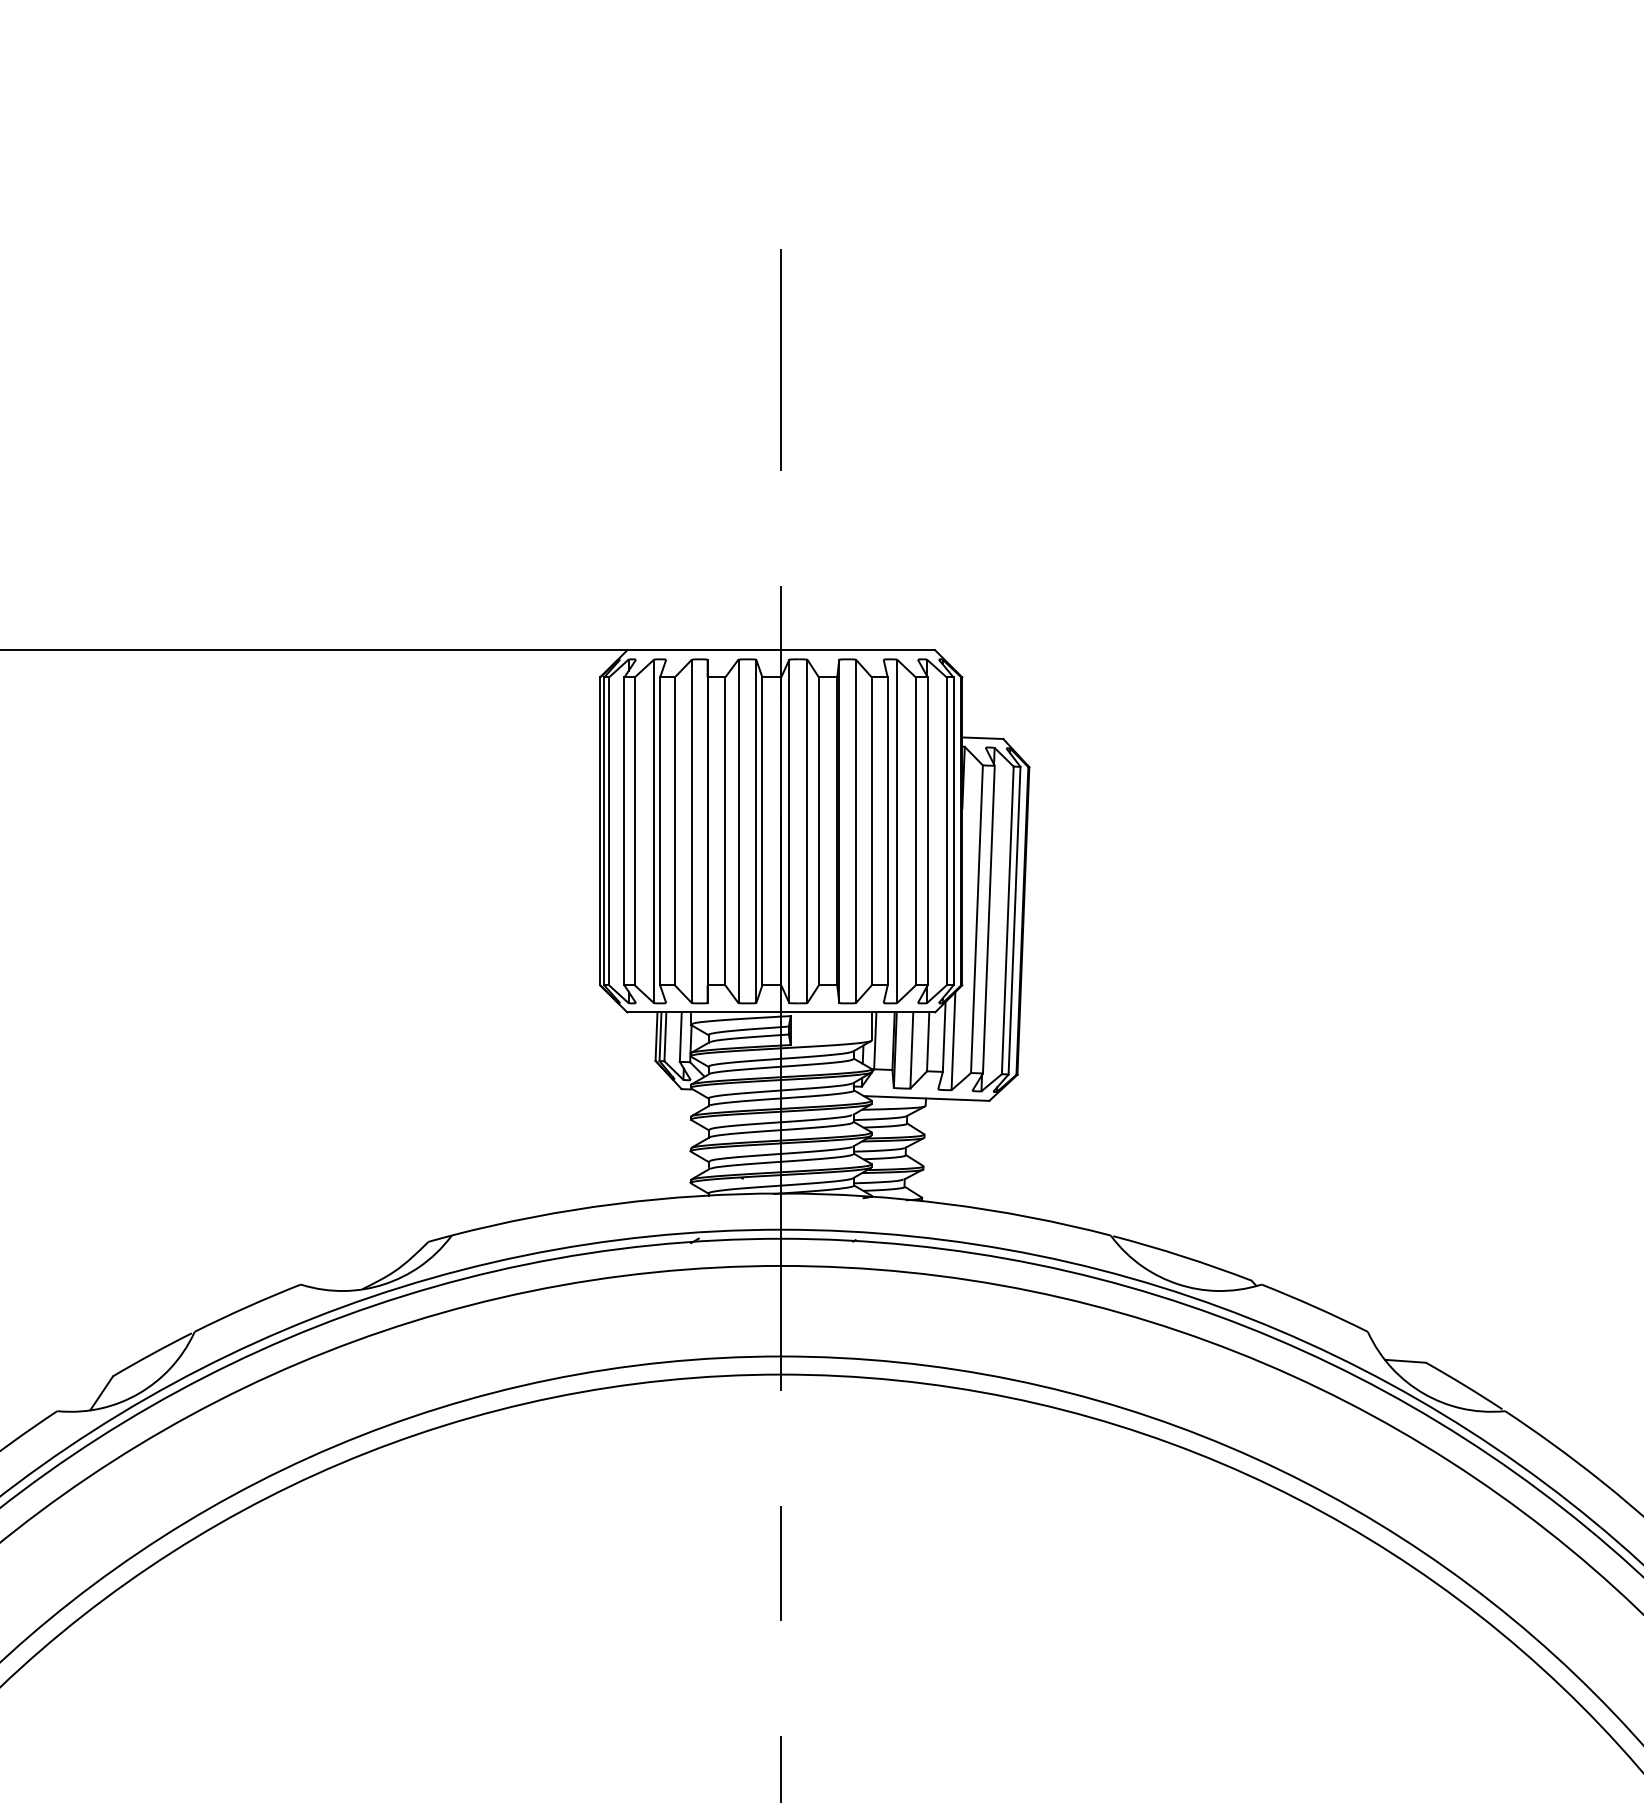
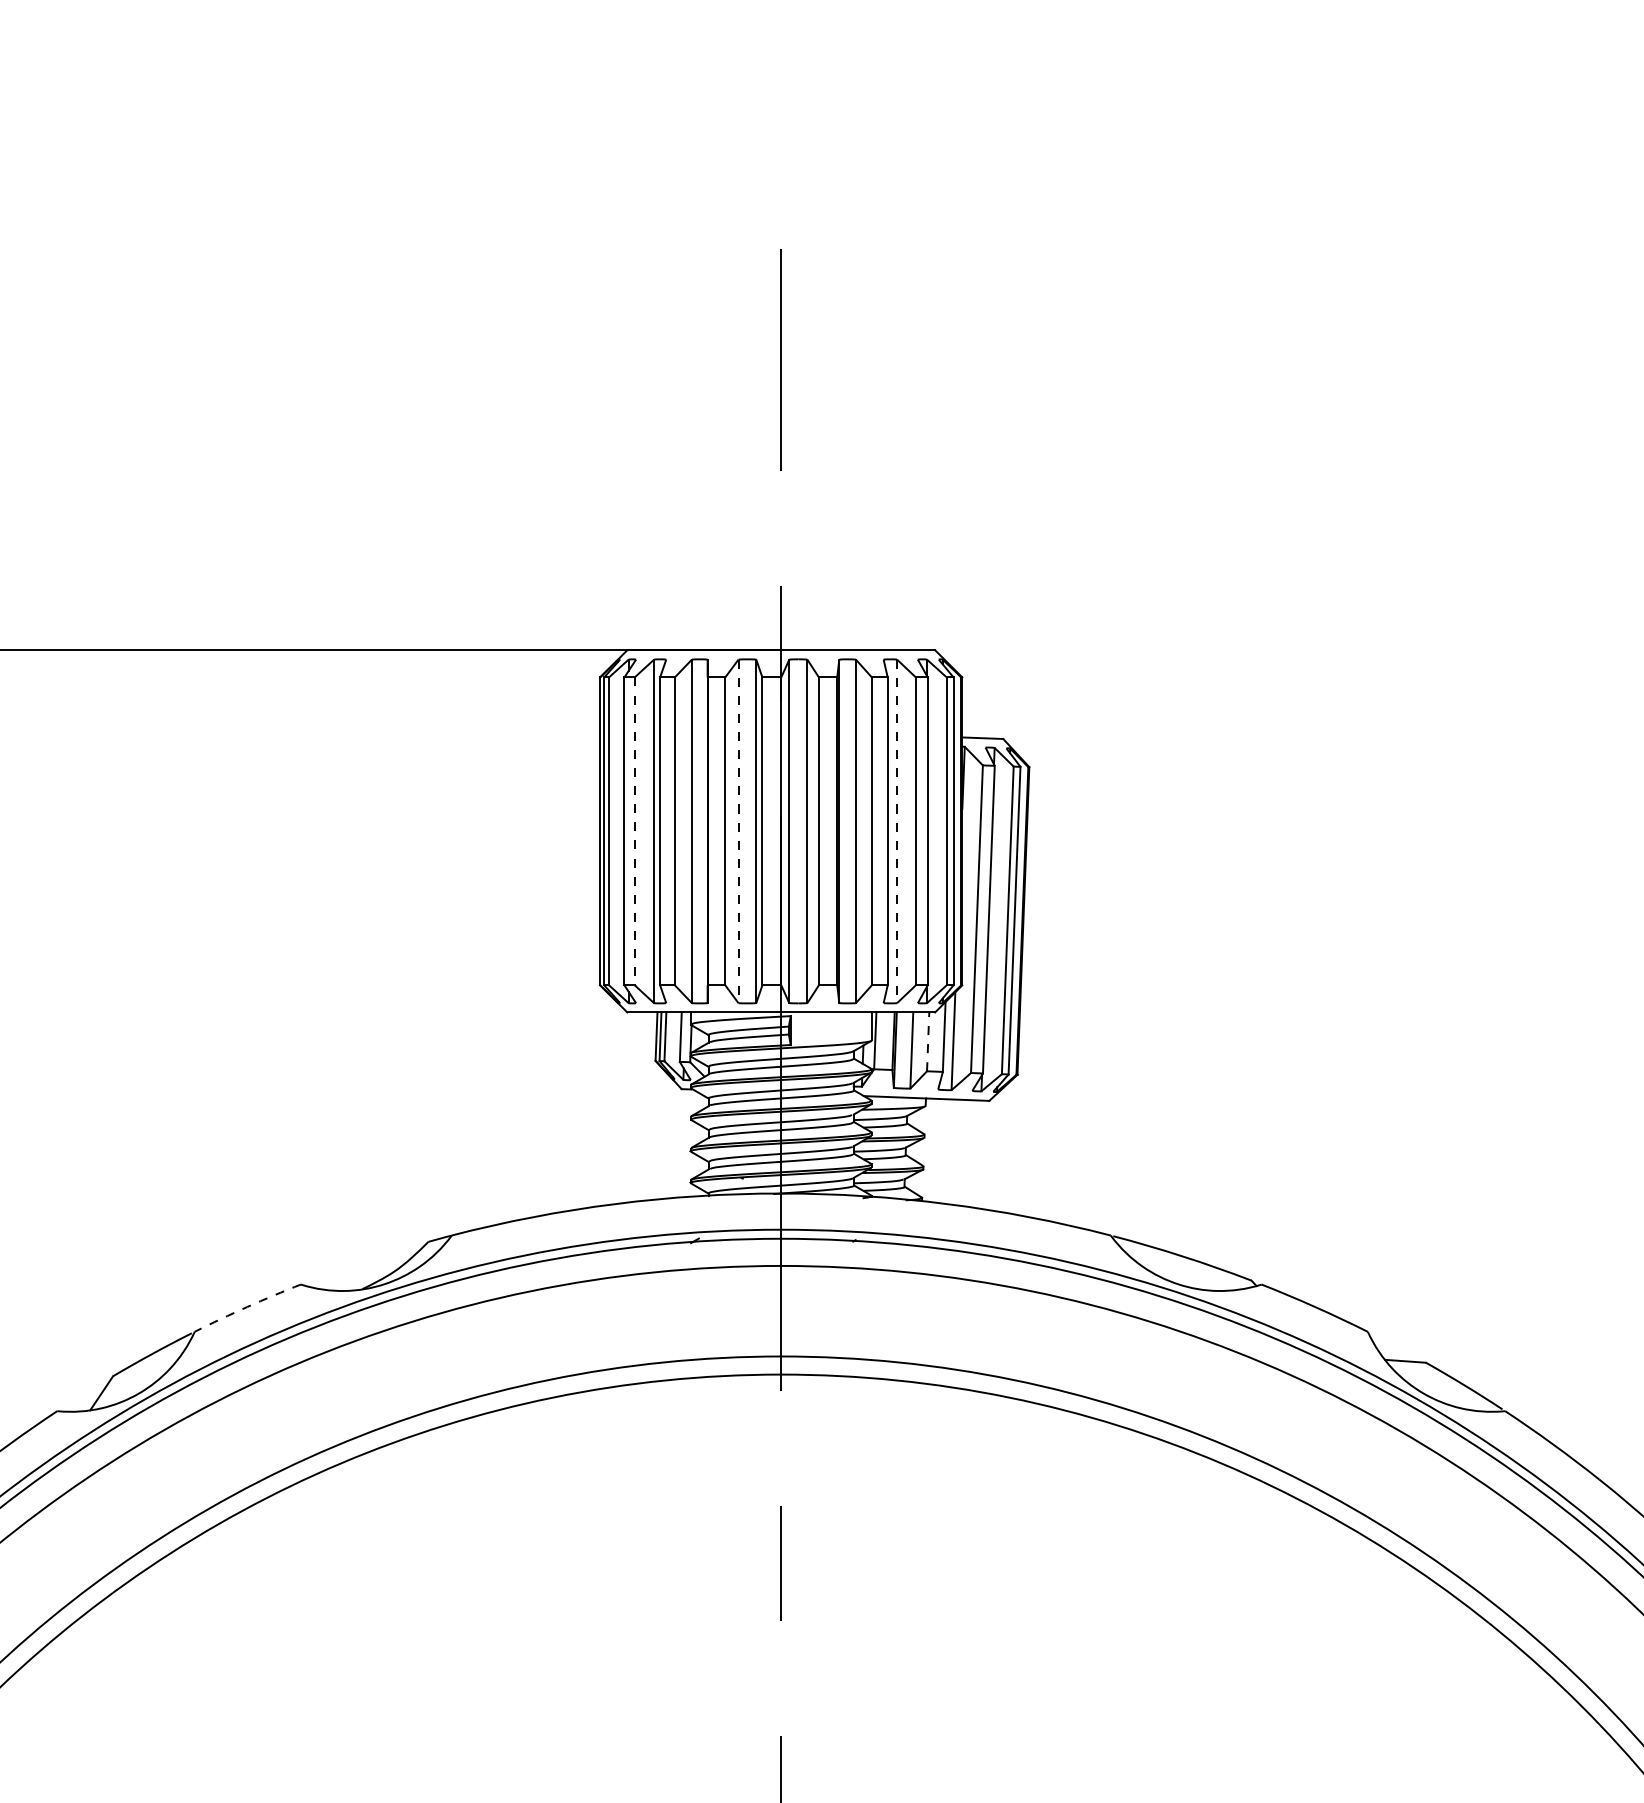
line at (634, 831): solid -> dashed
line at (738, 831): solid -> dashed
line at (897, 831): solid -> dashed
line at (928, 1041): solid -> dashed
arc at (247, 1307): solid -> dashed
